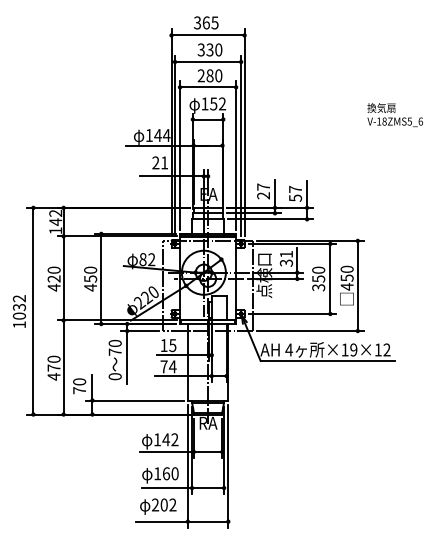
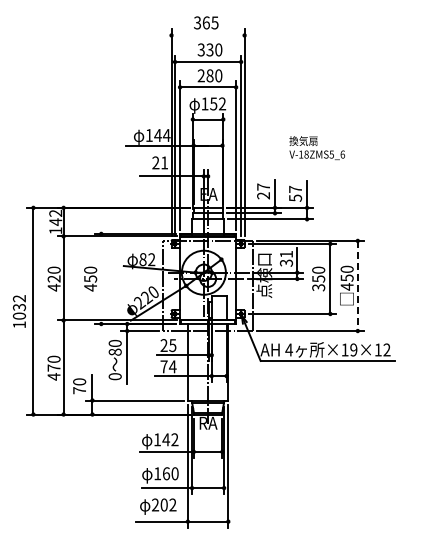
line at (207, 35): present -> none
text at (394, 115) position: (394, 115) -> (316, 148)
line at (101, 278): present -> none
line at (357, 285): solid -> dashed
text at (163, 345): 15 -> 25
text at (114, 351): 70 -> 80
